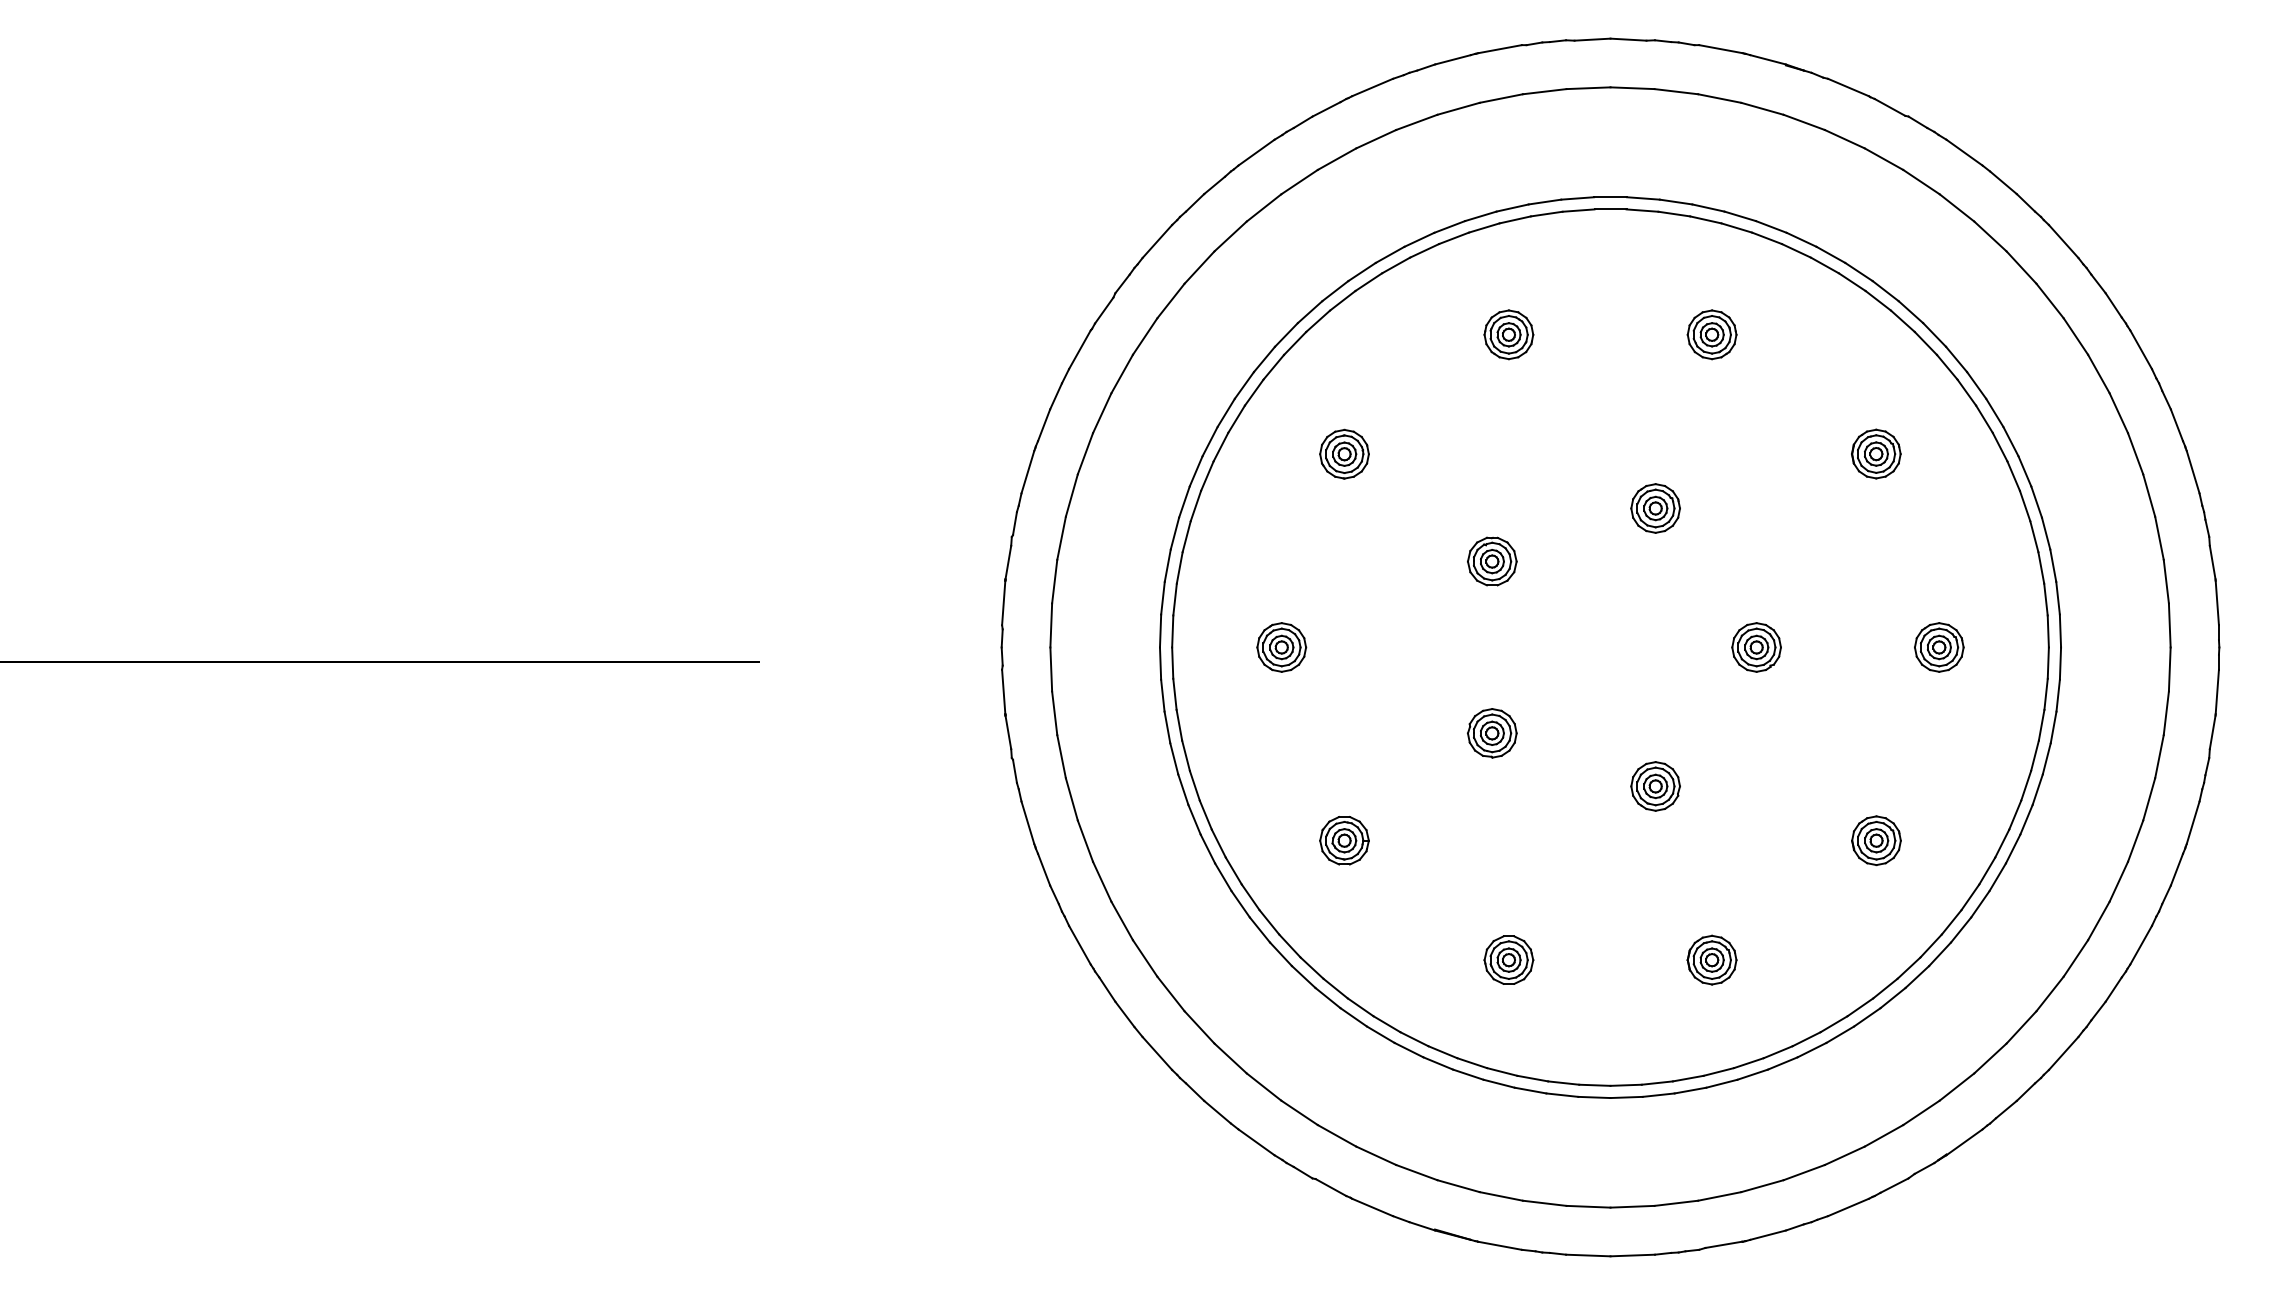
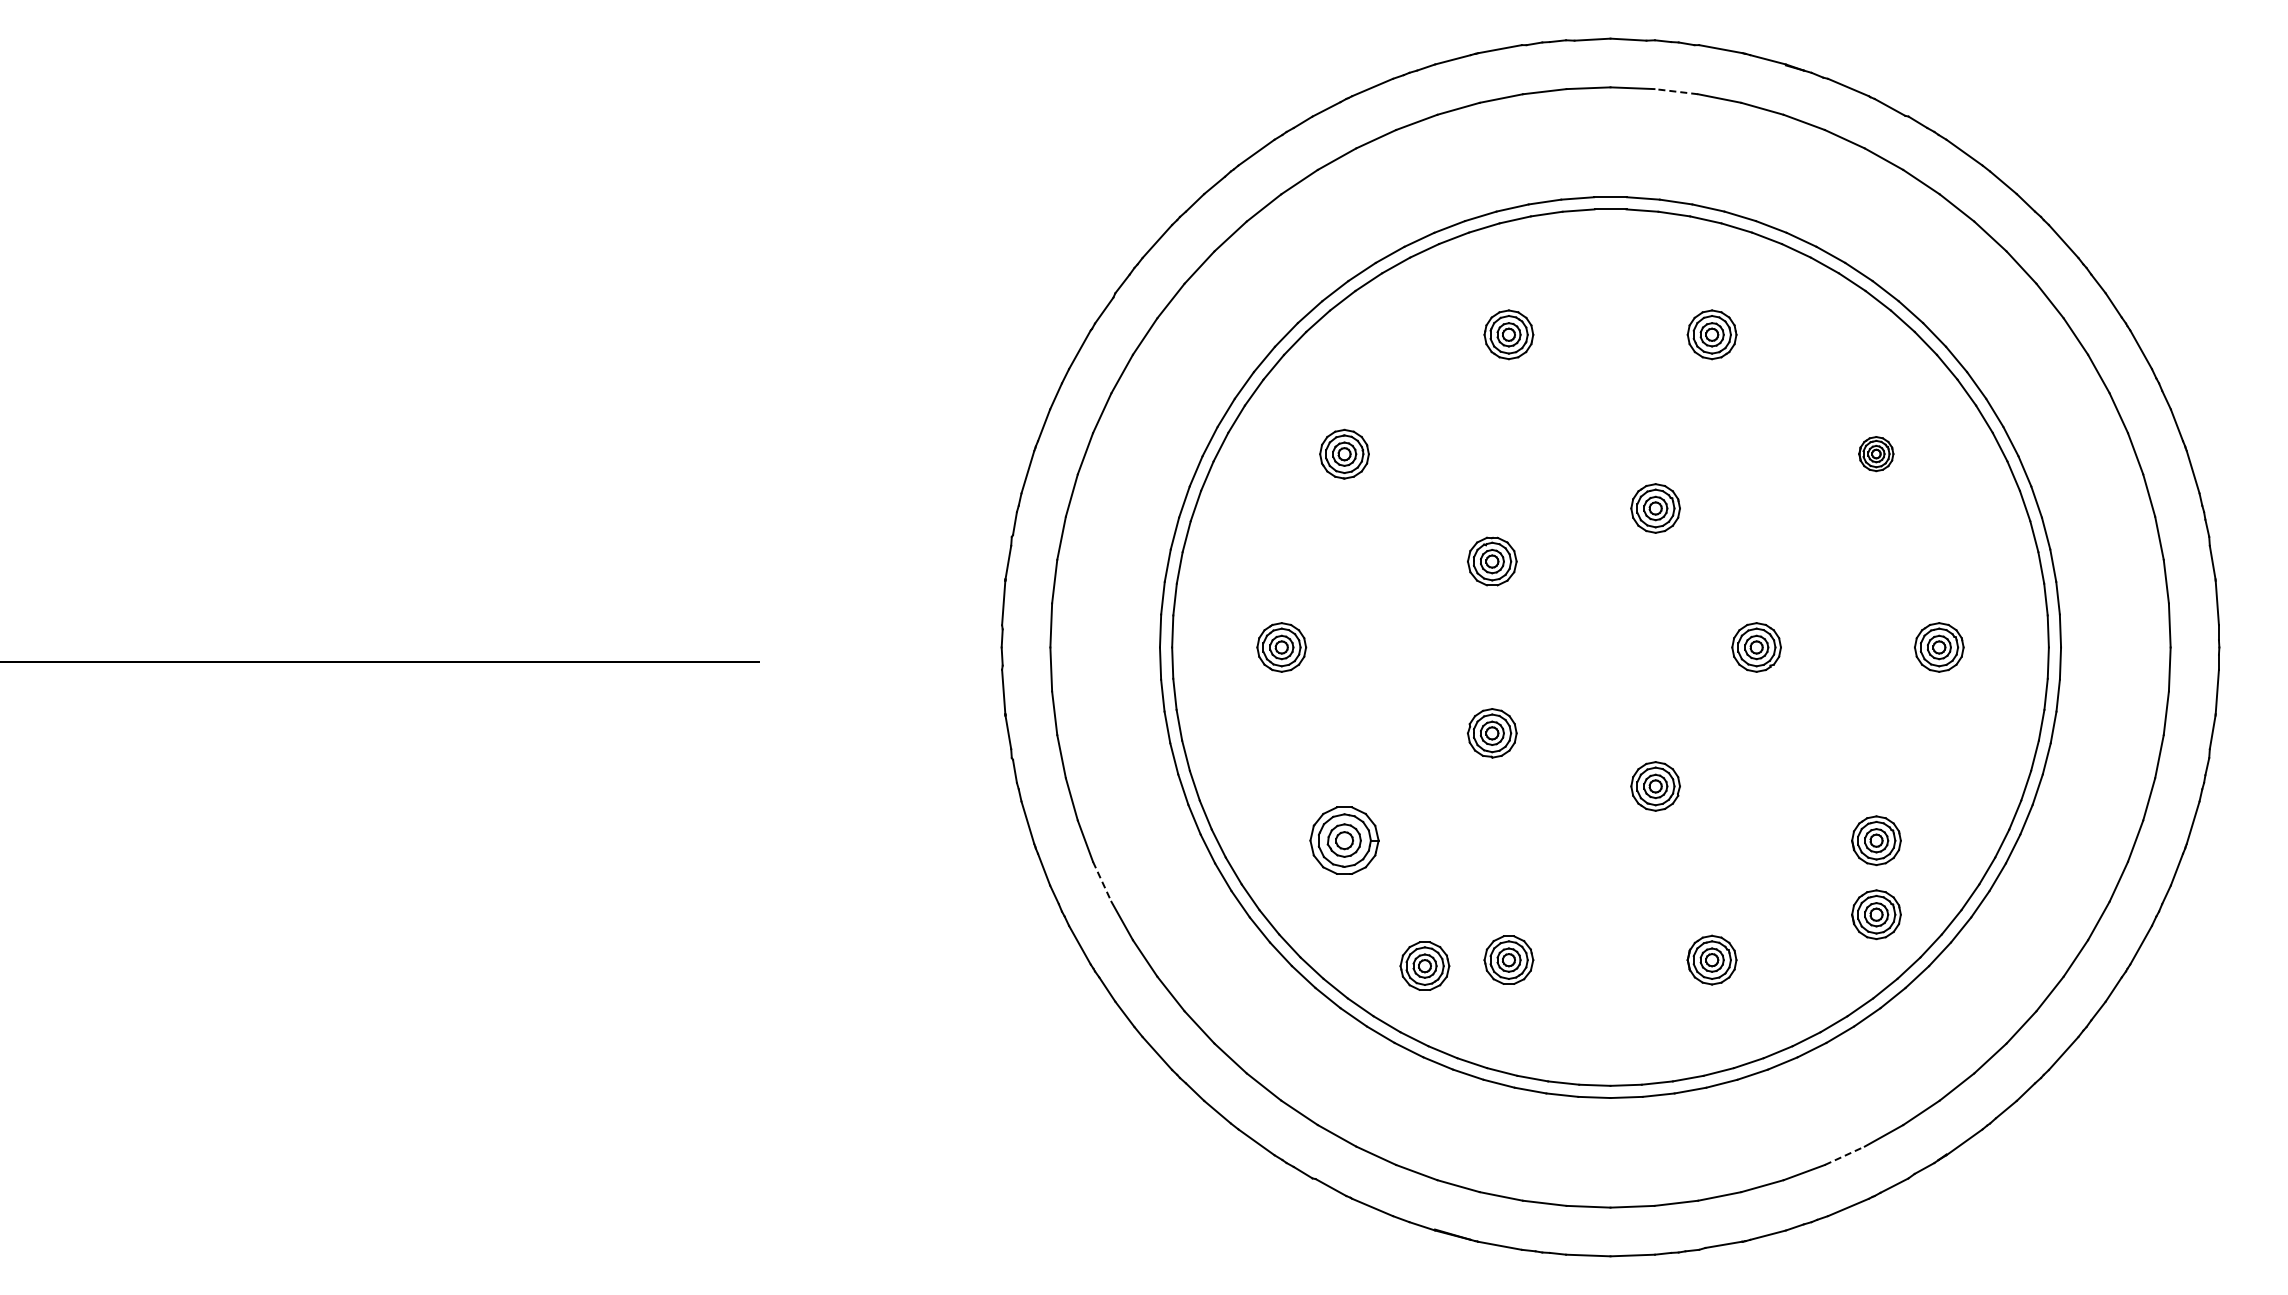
line at (1676, 91): solid -> dashed
part at (1876, 453) size: 51x52 px -> 37x37 px
part at (1344, 840) size: 51x50 px -> 71x69 px
line at (1102, 881): solid -> dashed
part at (1876, 914): none -> present
part at (1424, 965): none -> present
line at (1844, 1155): solid -> dashed
